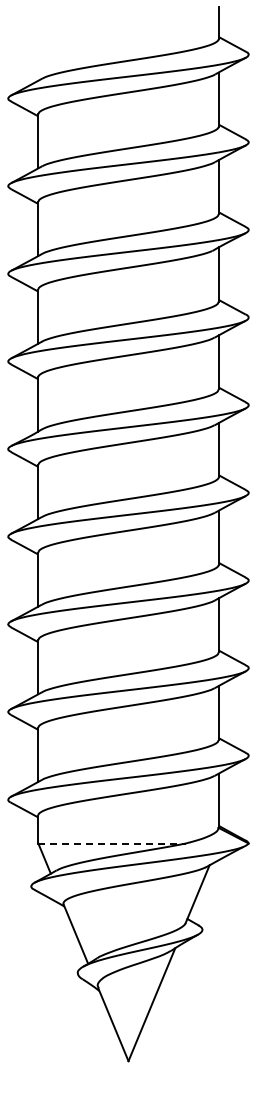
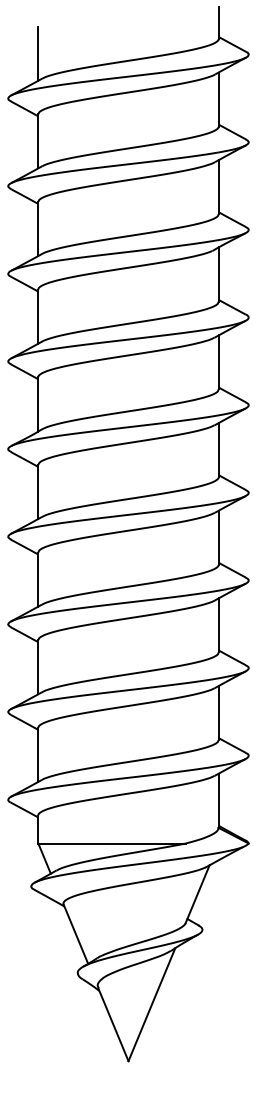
line at (38, 53): none -> present
line at (112, 843): dashed -> solid
